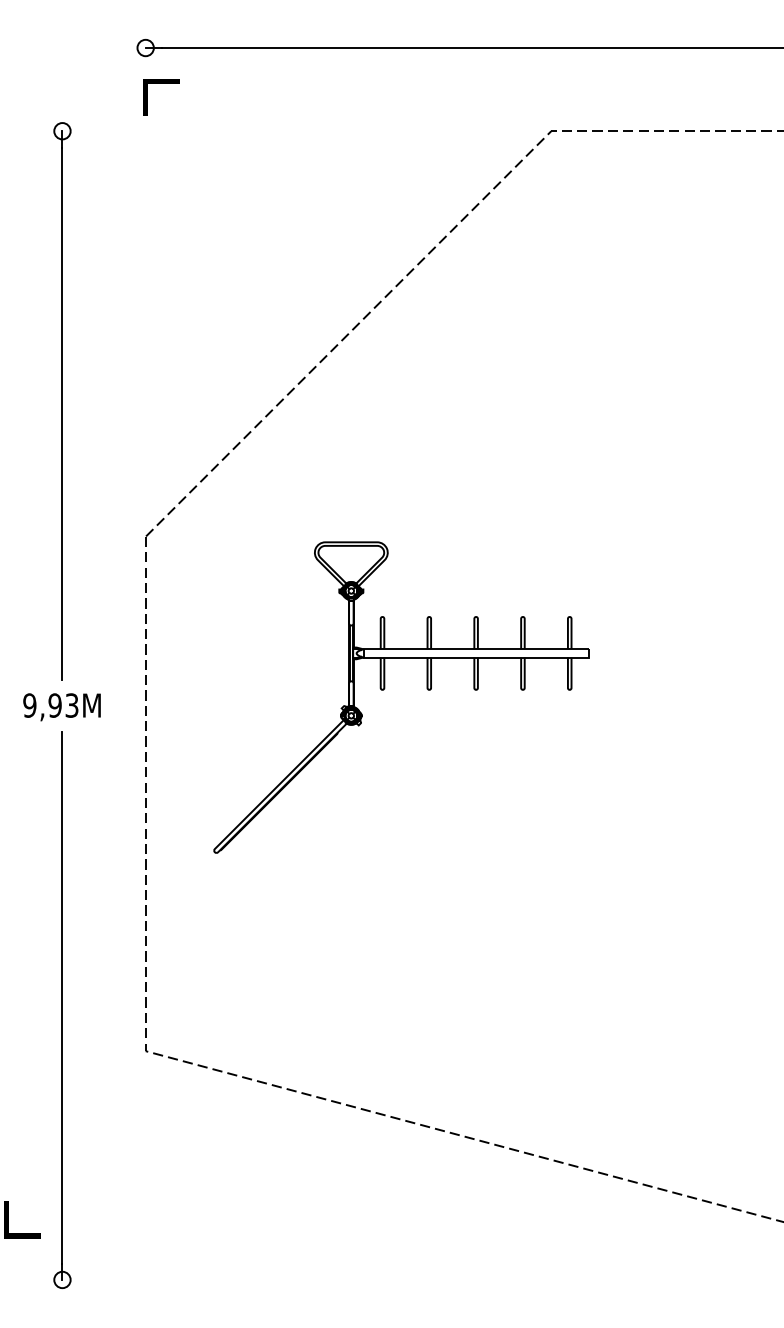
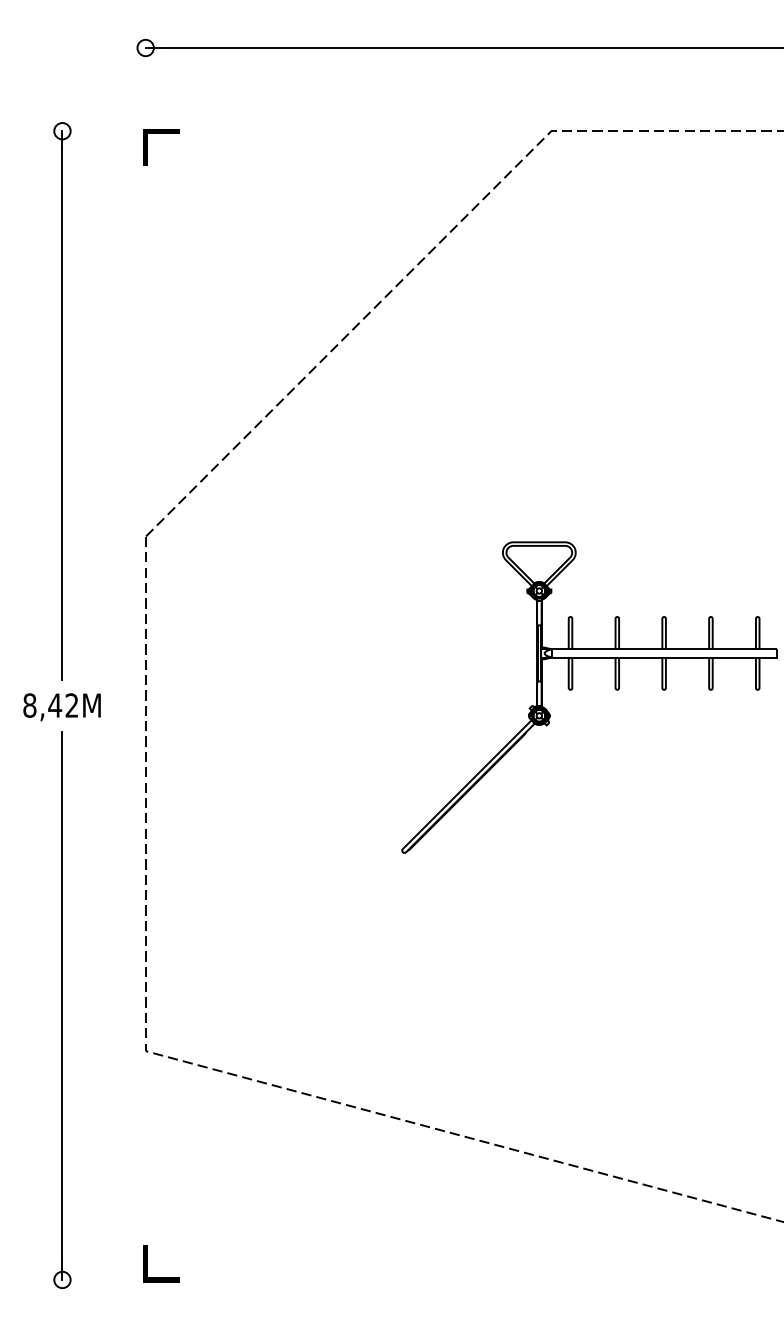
line at (161, 83) position: (161, 83) -> (161, 133)
part at (385, 688) position: (385, 688) -> (573, 688)
text at (50, 705): 9,93M -> 8,42M
line at (8, 1219) position: (8, 1219) -> (147, 1263)
